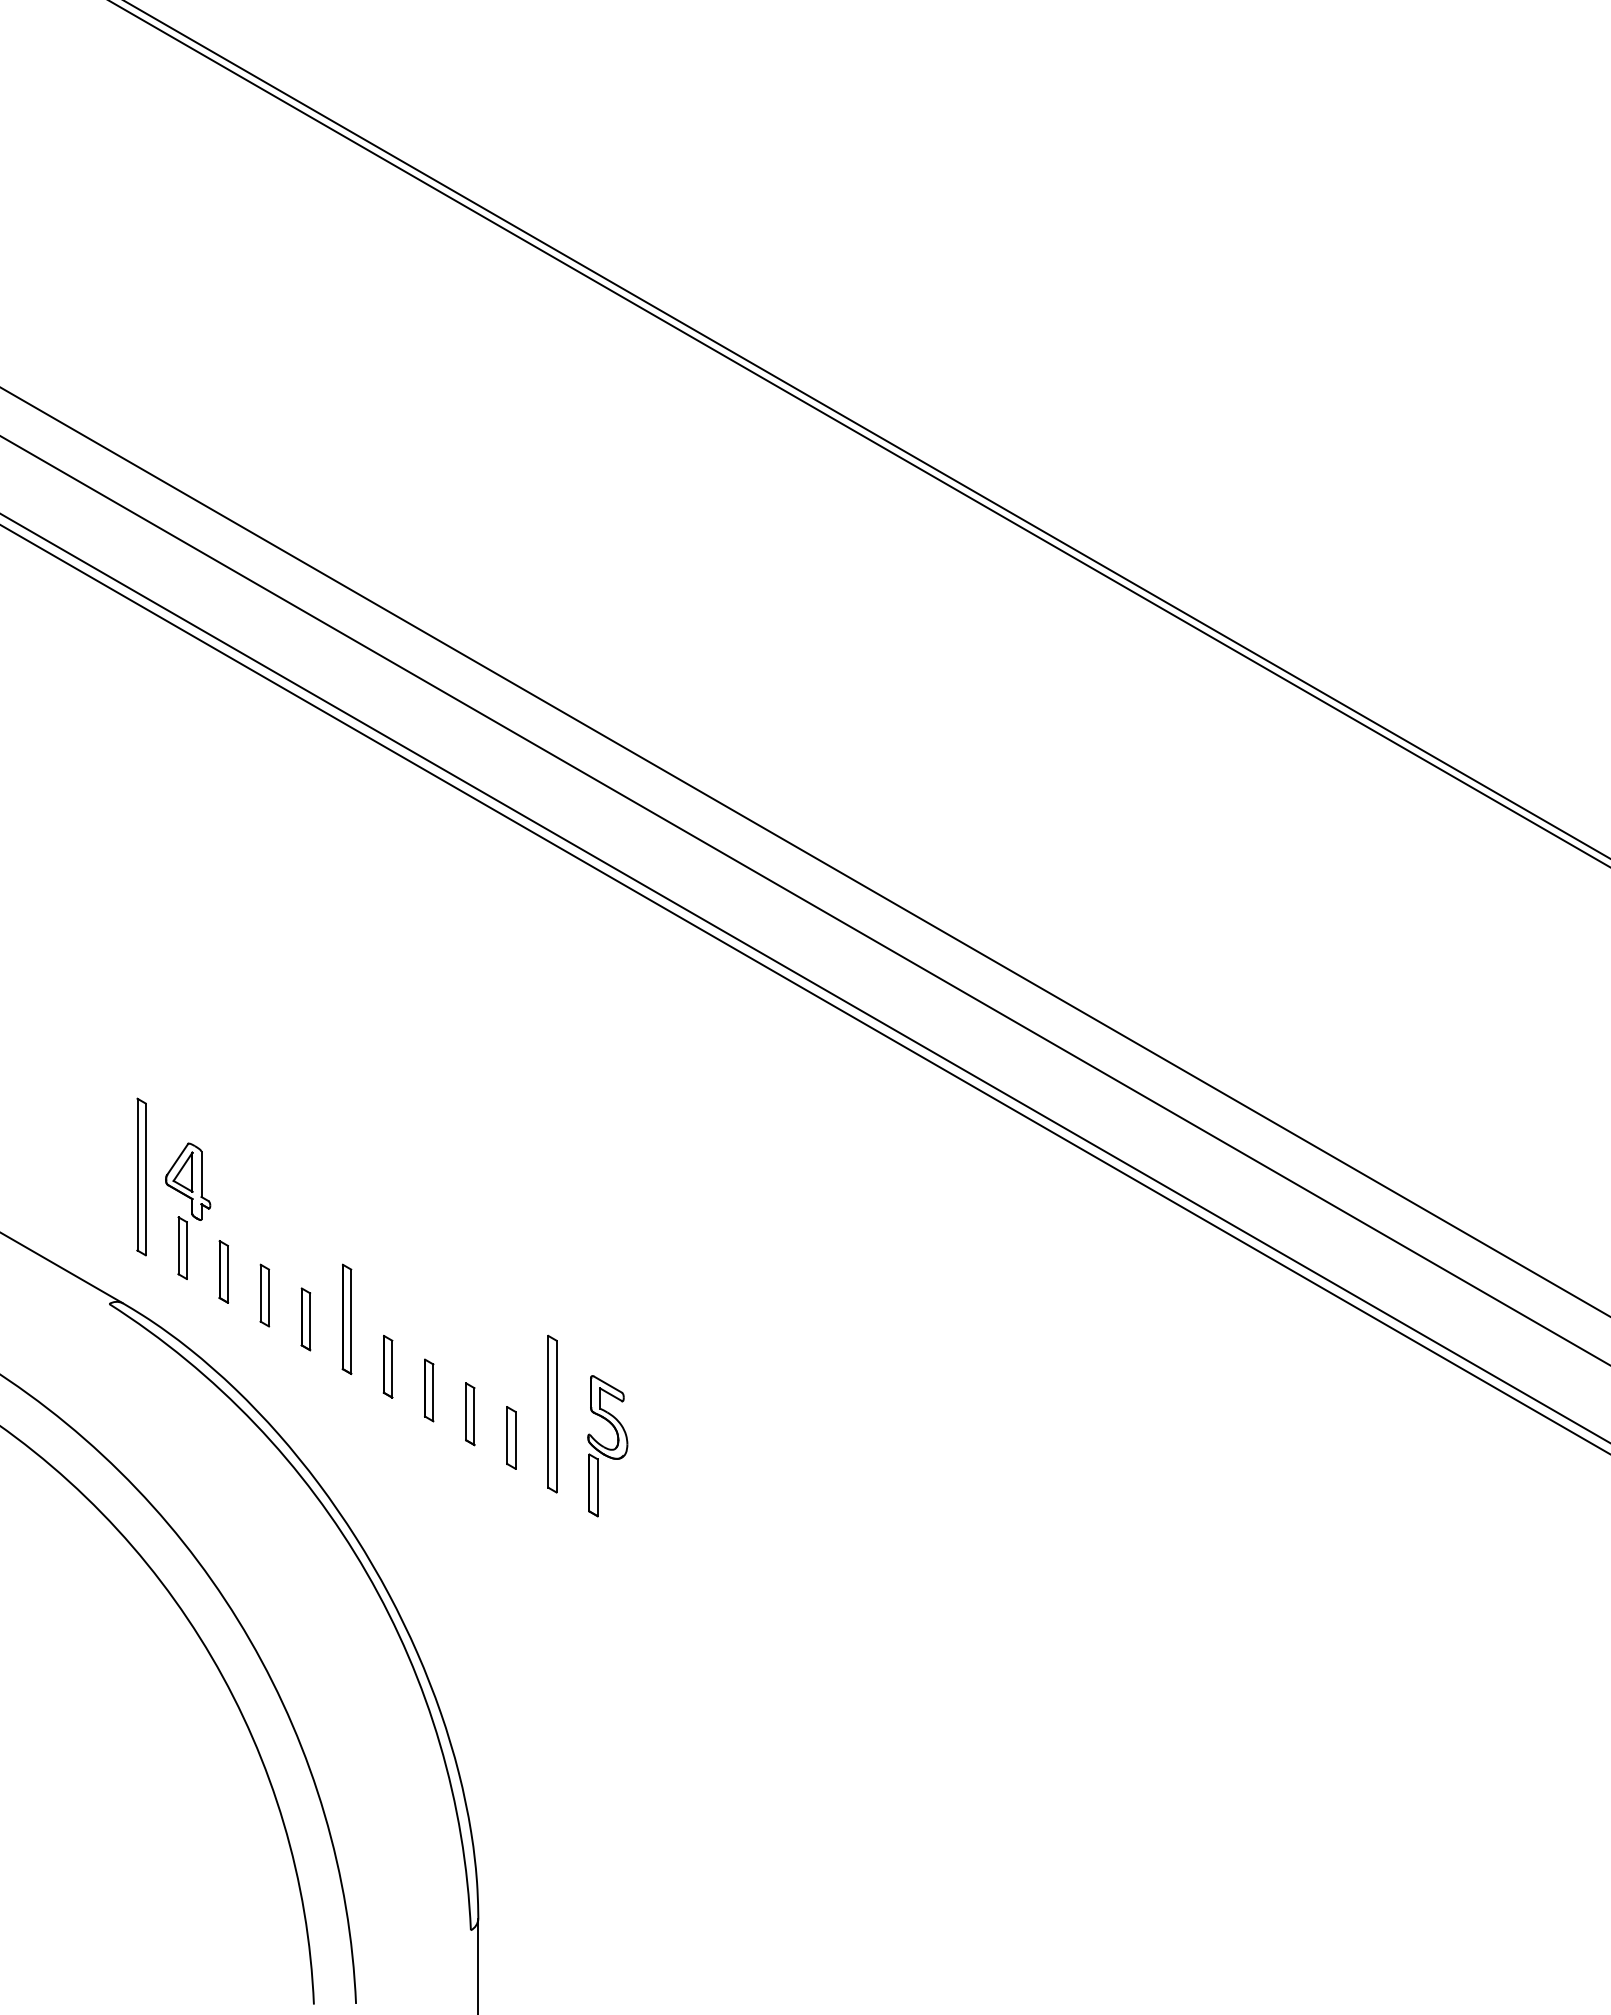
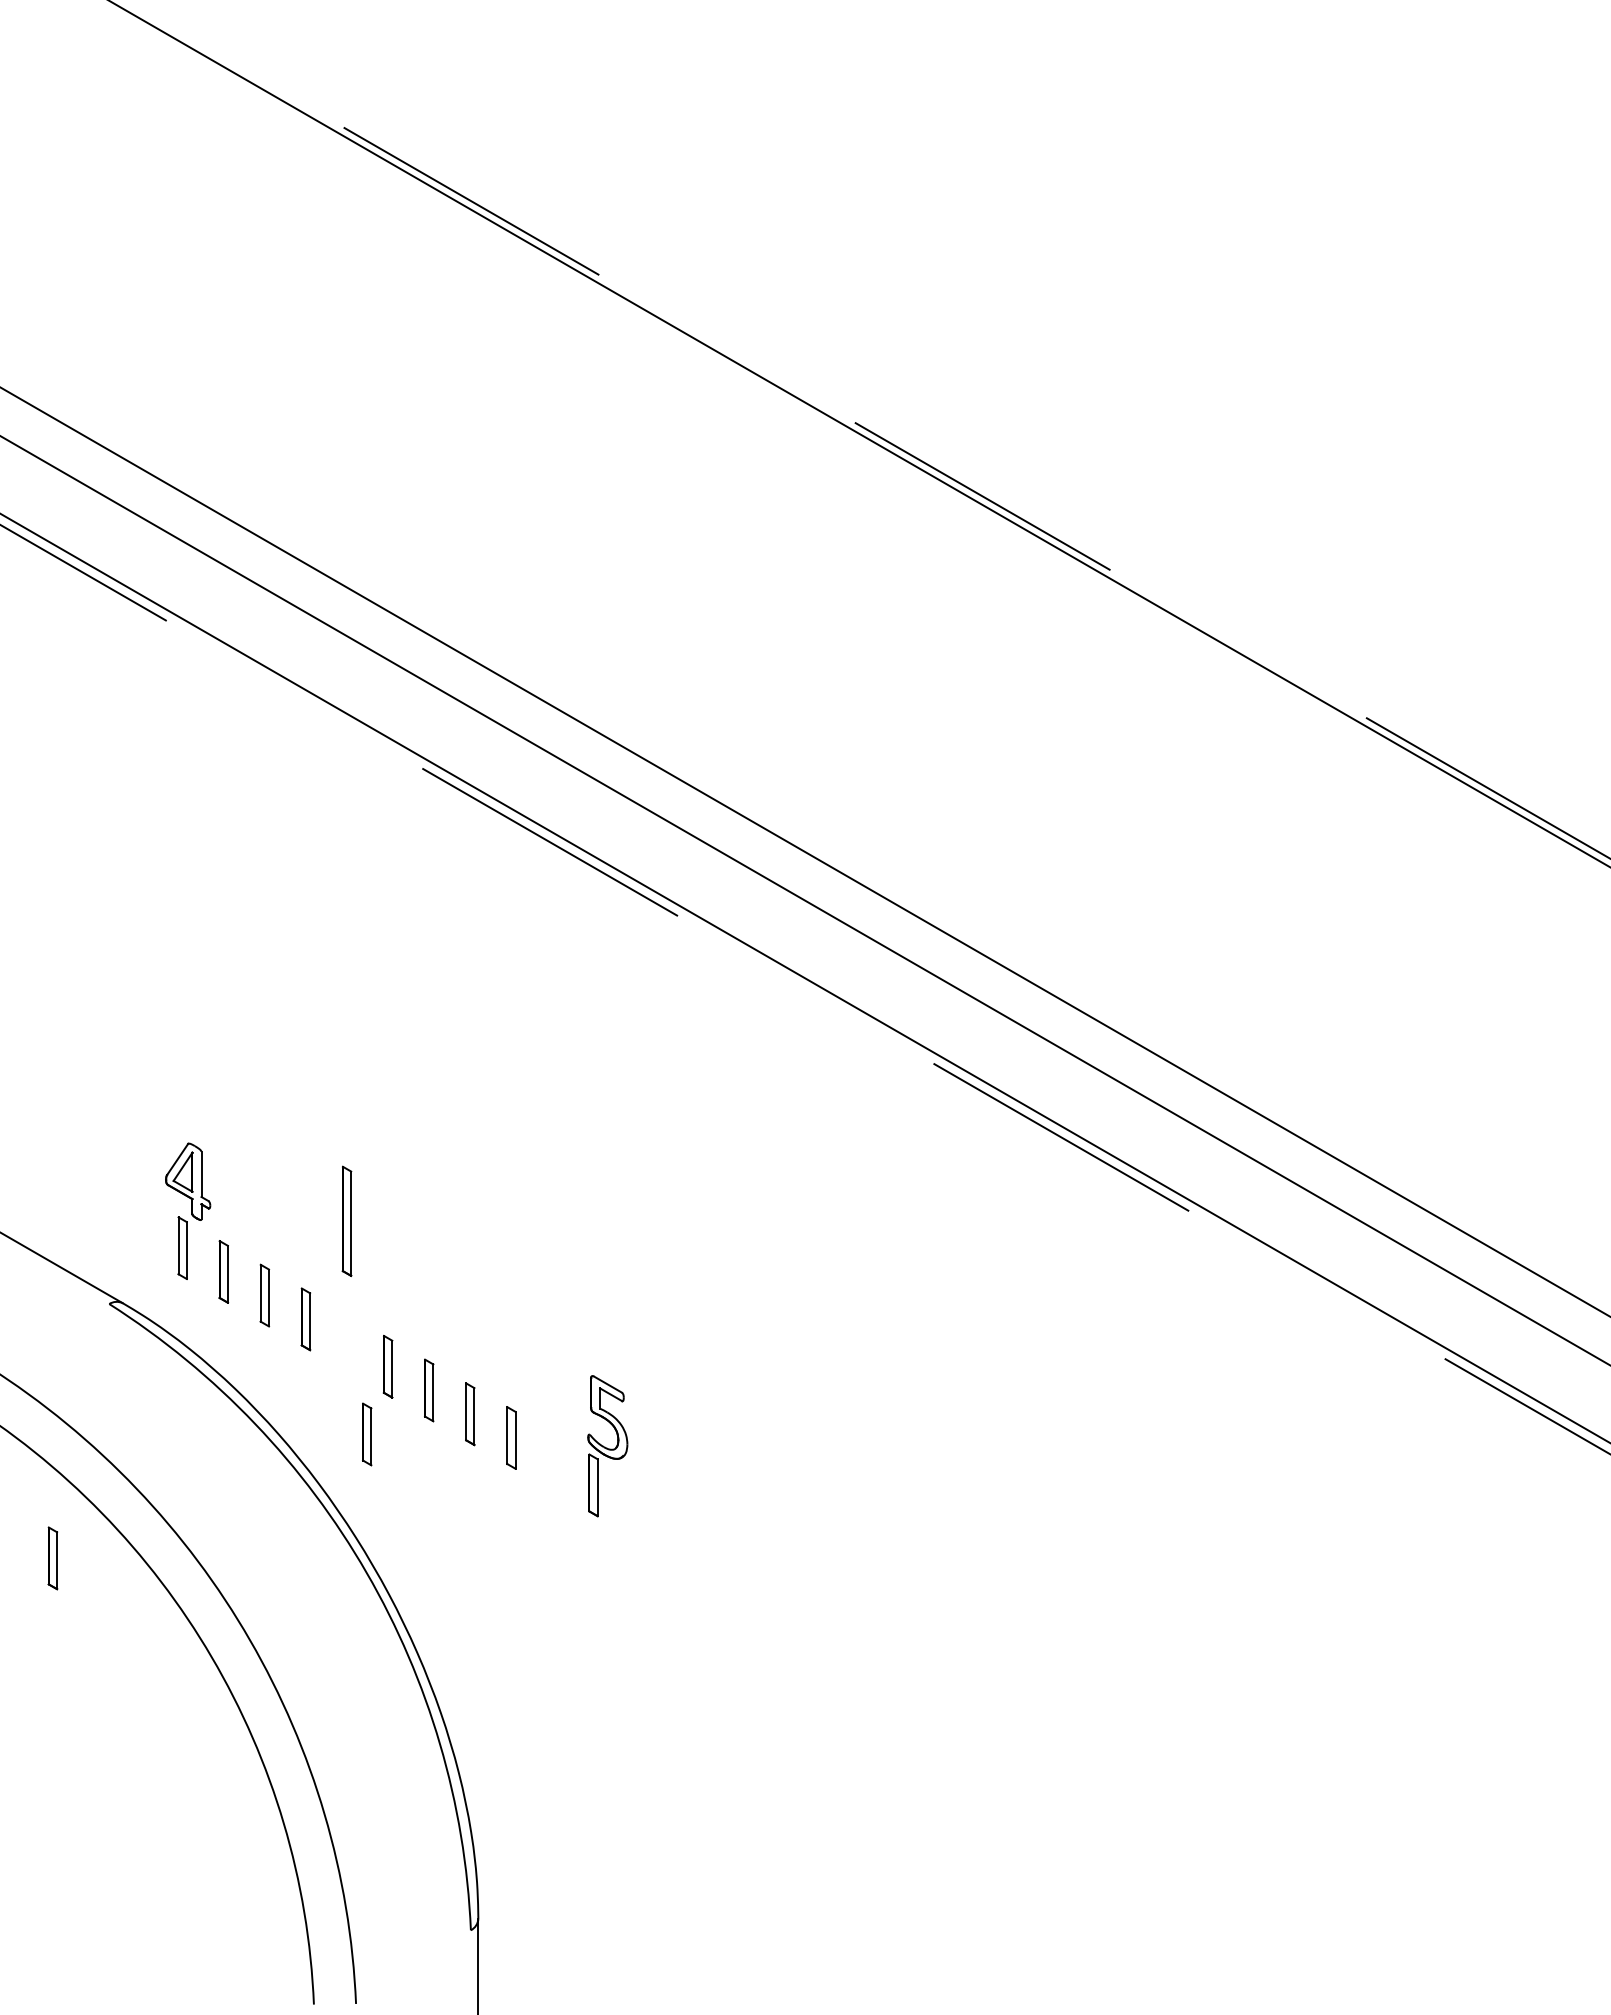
line at (866, 429): solid -> dashed
line at (805, 989): solid -> dashed
part at (141, 1176): present -> none
part at (346, 1318) position: (346, 1318) -> (346, 1220)
part at (552, 1413): present -> none
part at (367, 1434): none -> present
part at (52, 1558): none -> present
